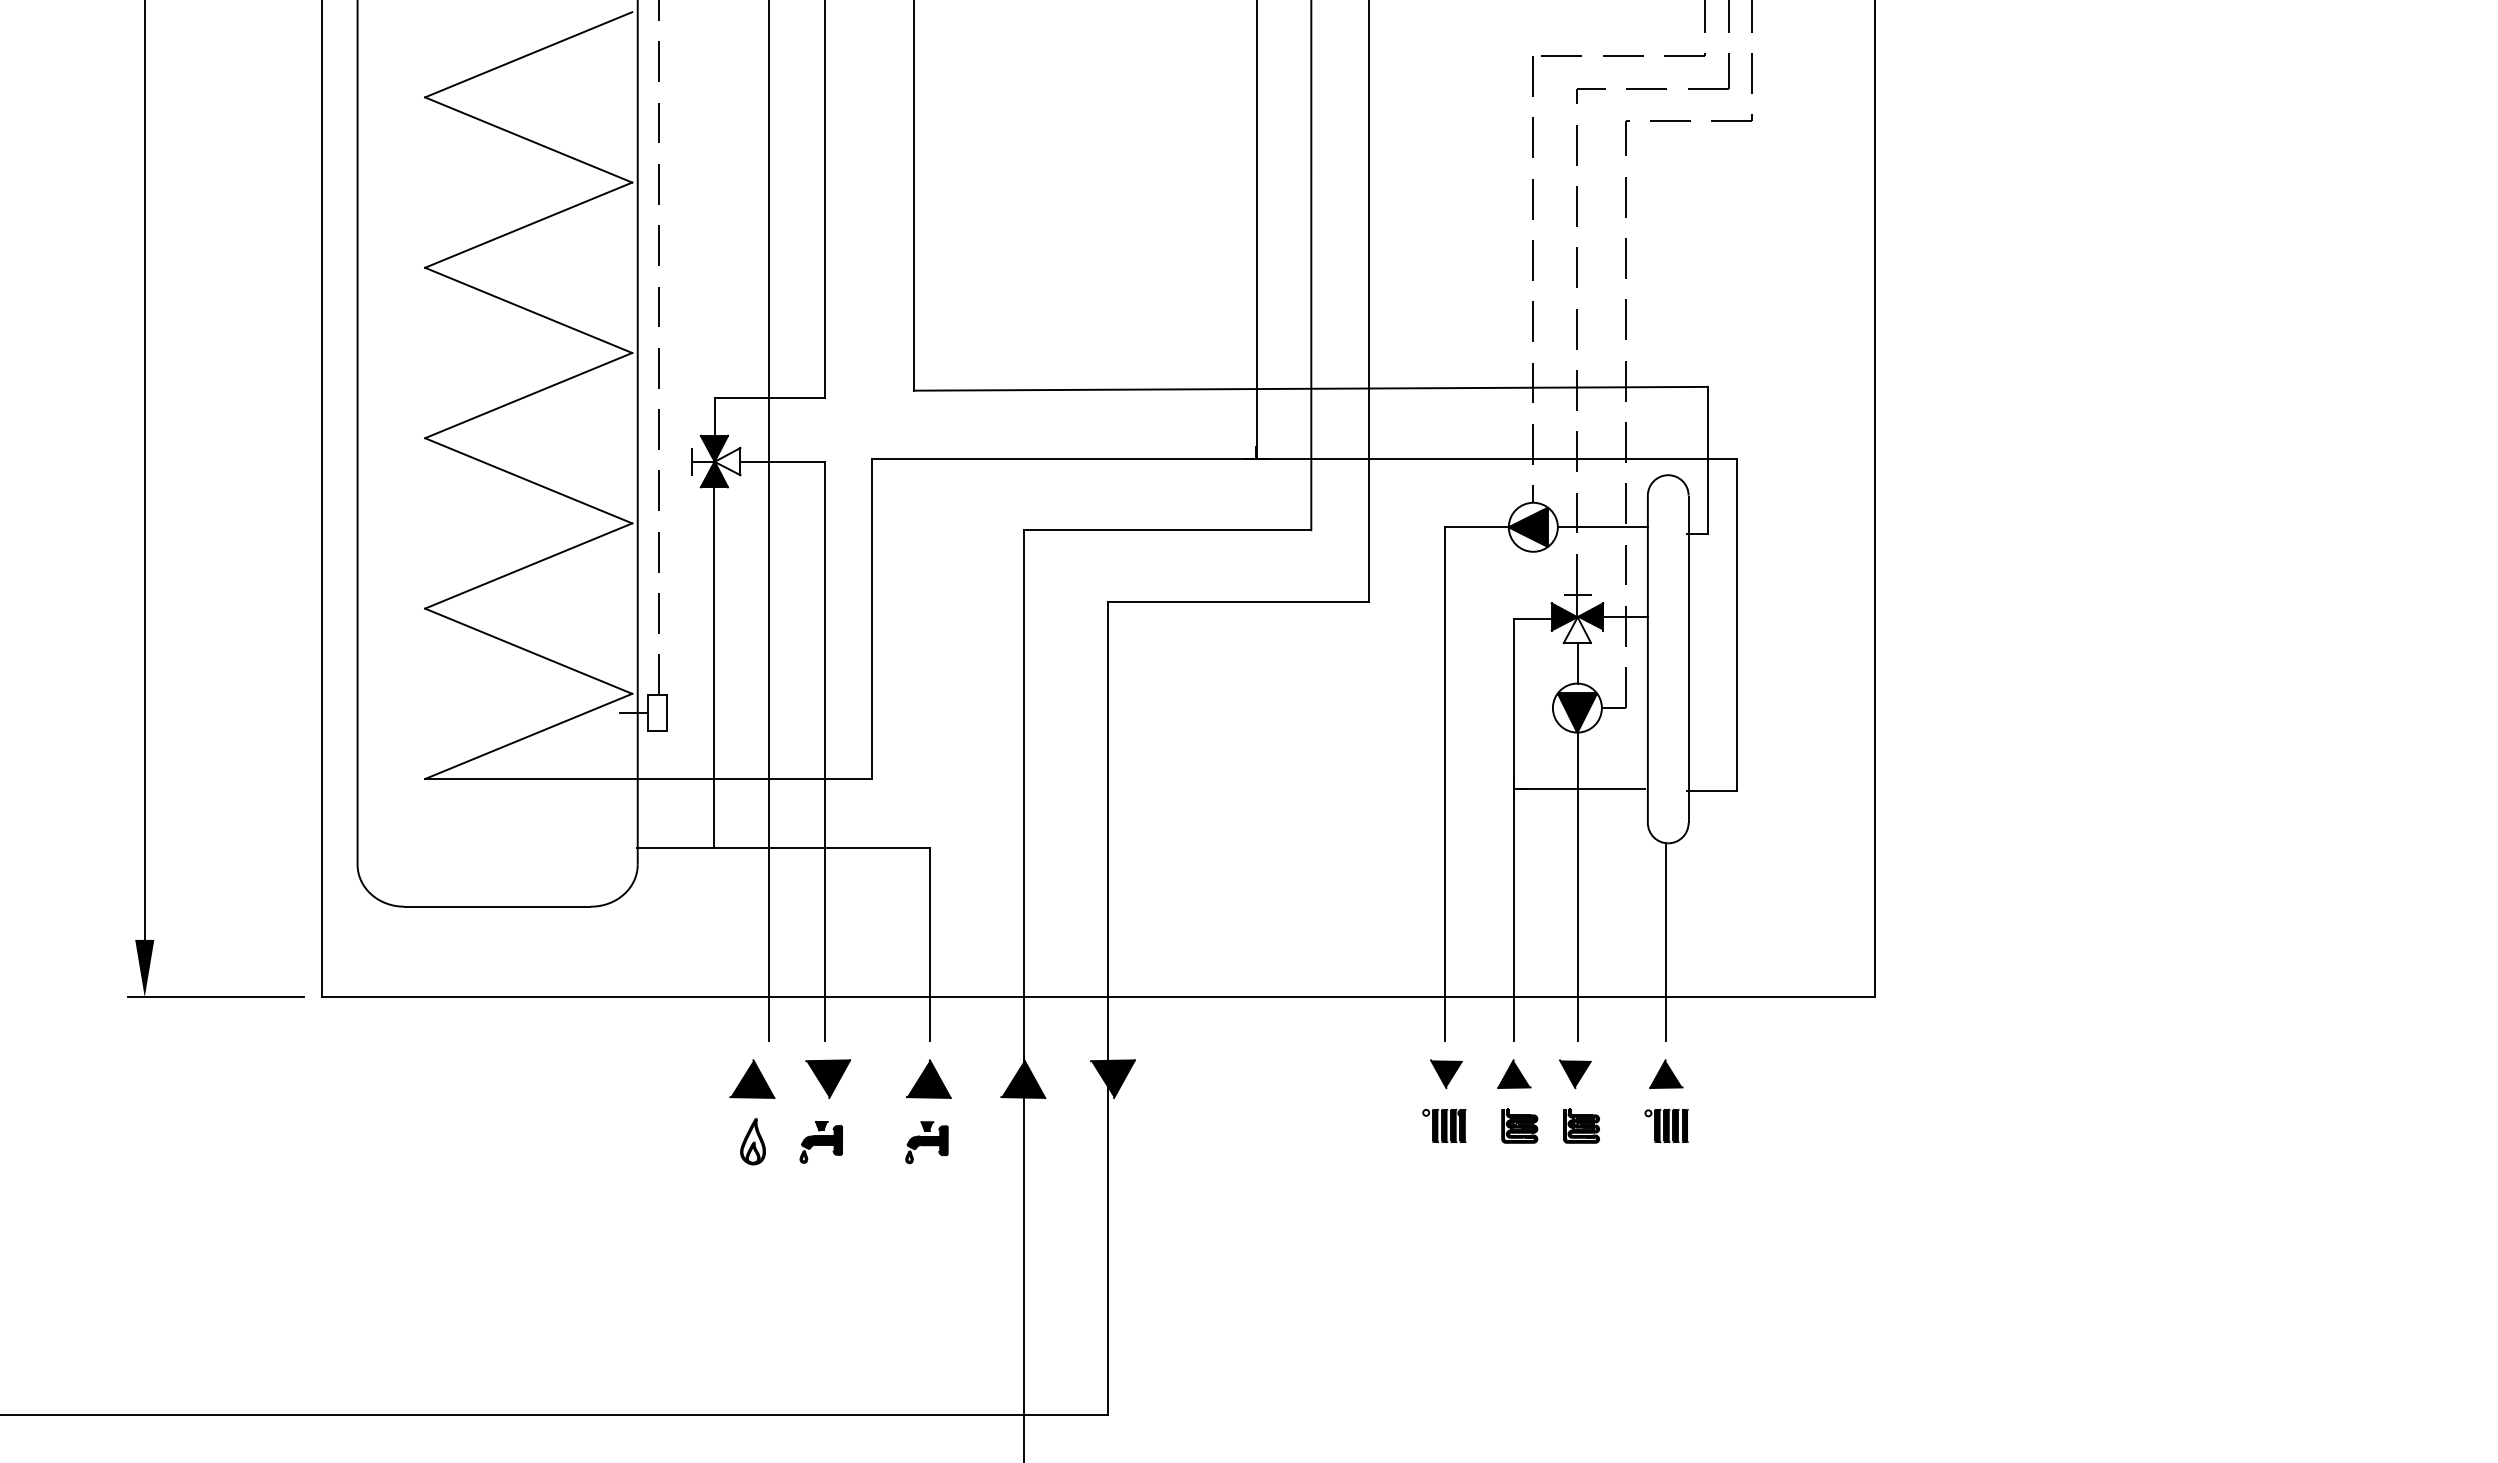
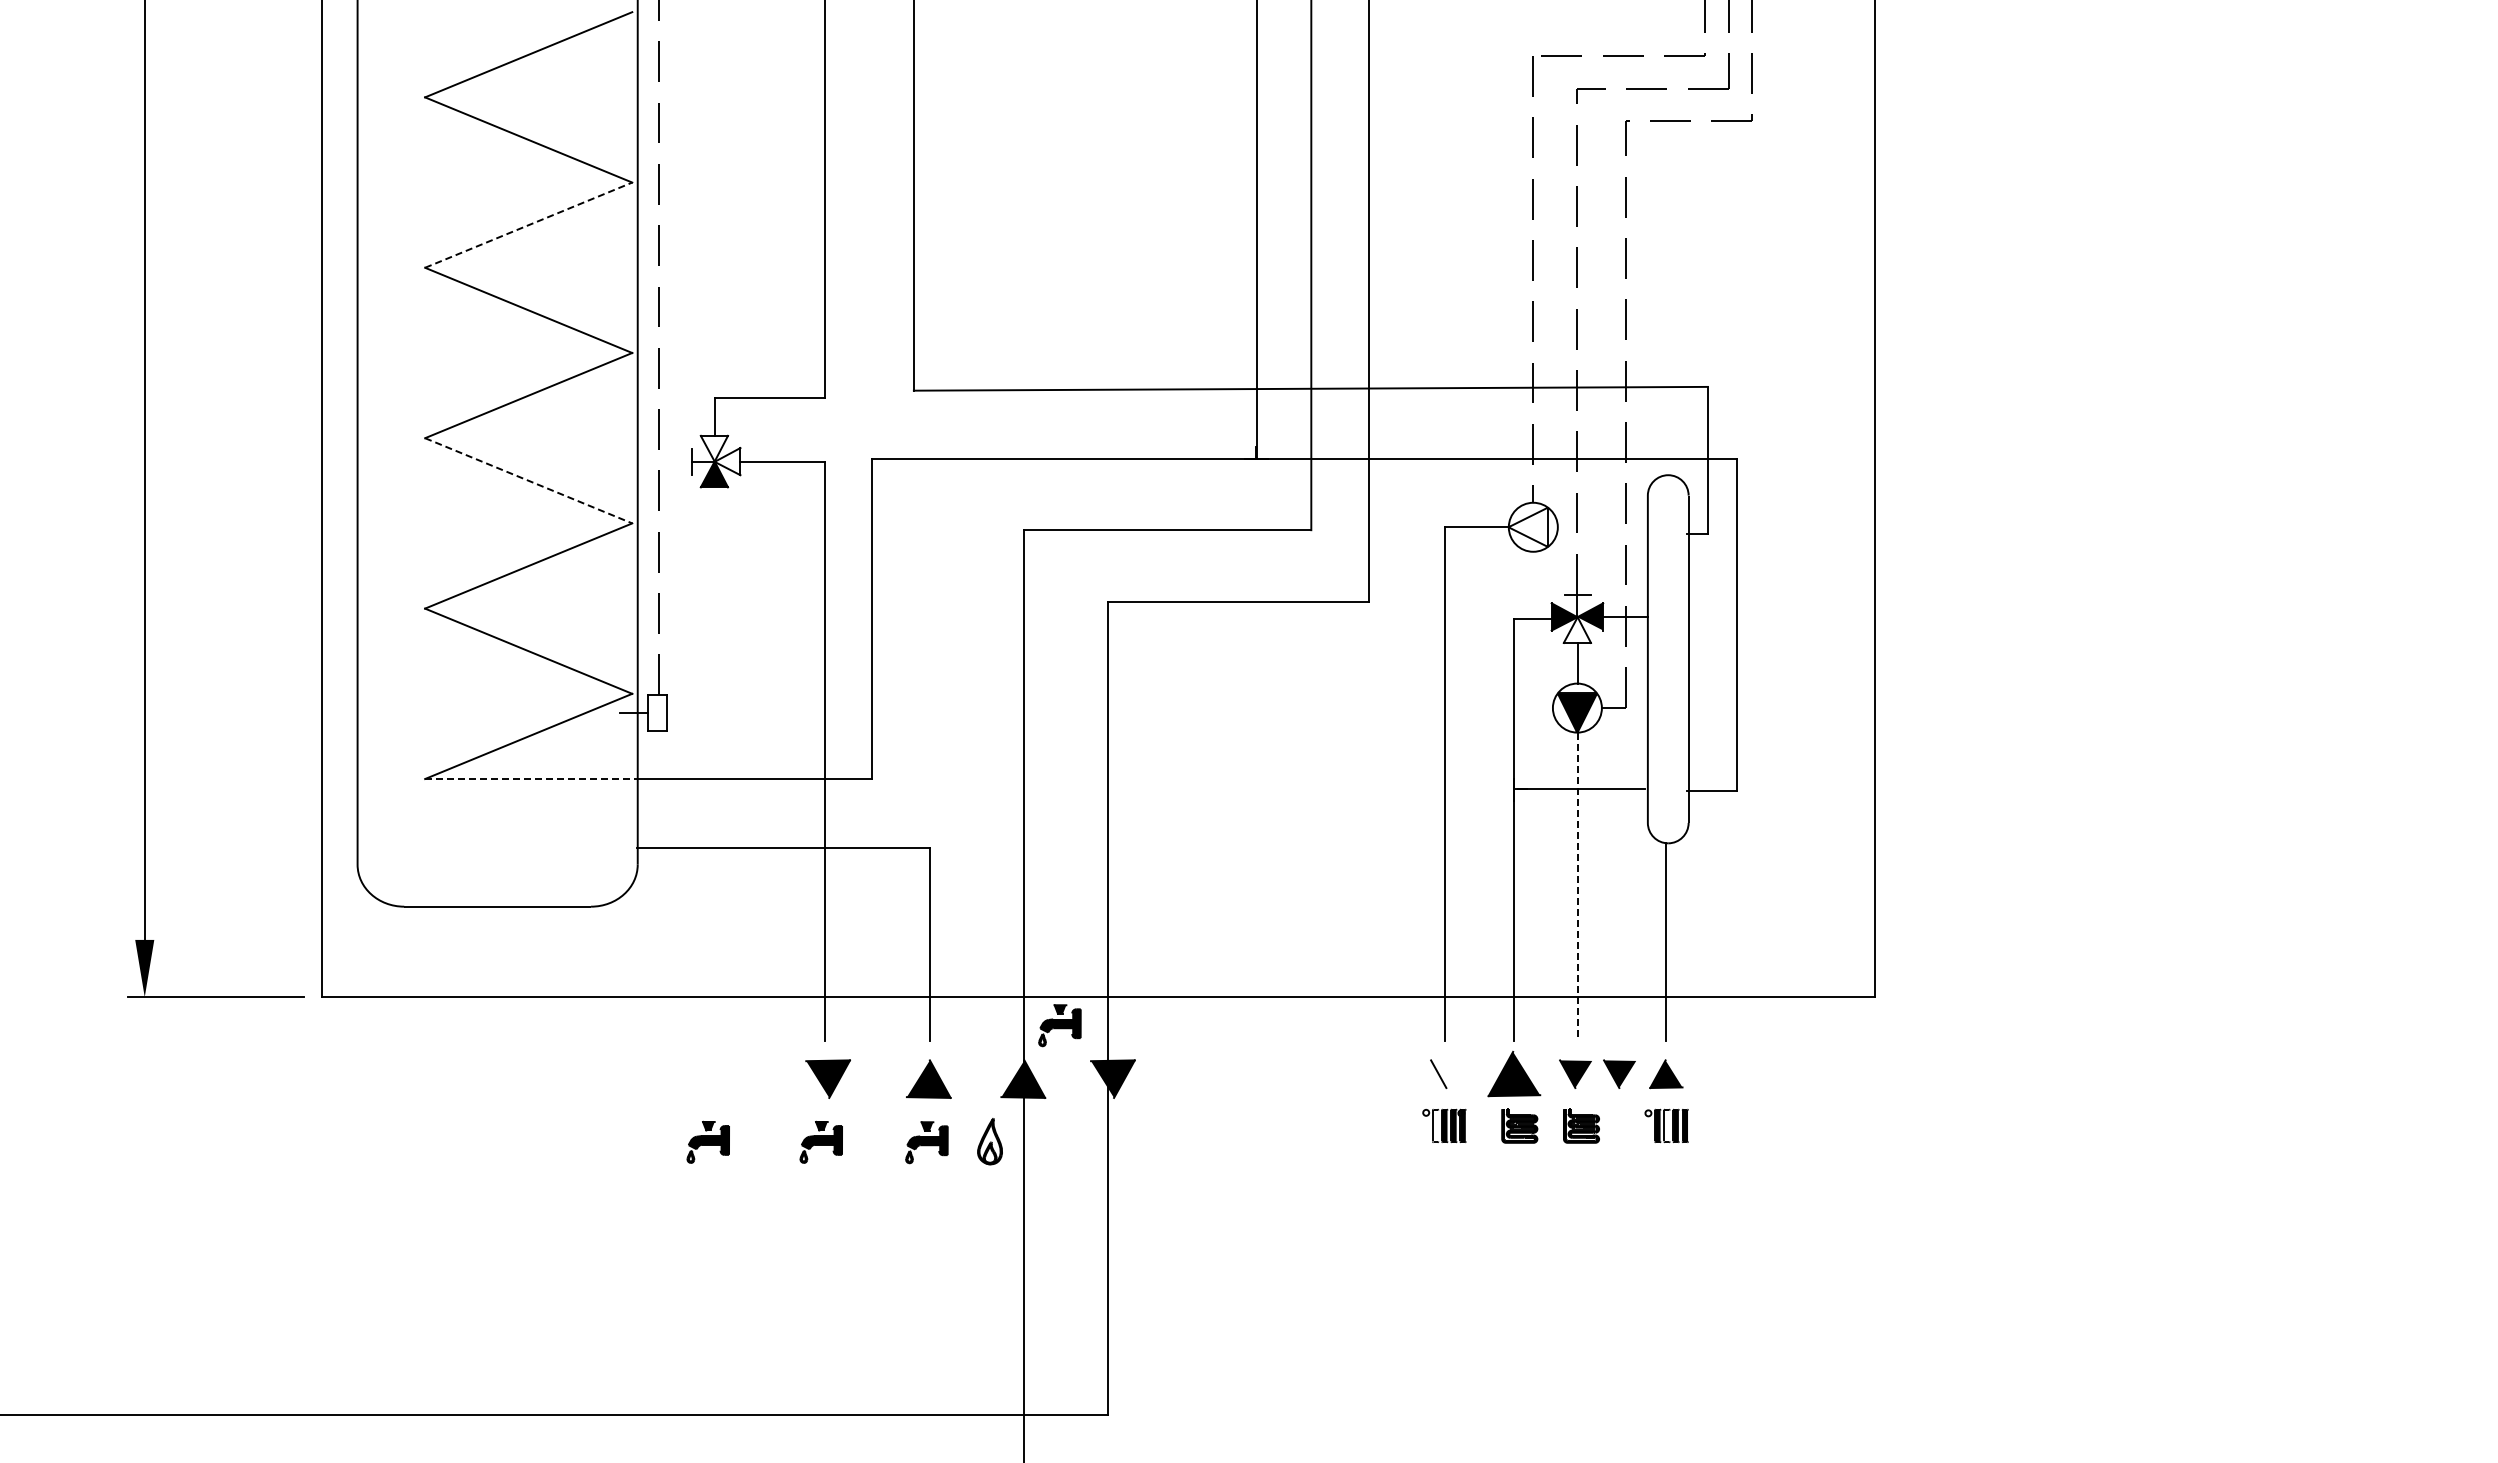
line at (529, 224): solid -> dashed
fill at (714, 448): present -> none
line at (528, 480): solid -> dashed
line at (768, 521): present -> none
fill at (1528, 527): present -> none
line at (1602, 527): present -> none
line at (714, 668): present -> none
line at (531, 779): solid -> dashed
line at (1577, 887): solid -> dashed
part at (1059, 1025): none -> present
part at (1619, 1073): none -> present
fill at (1447, 1074): present -> none
part at (1514, 1074) size: 35x31 px -> 55x48 px
part at (752, 1078): present -> none
fill at (1435, 1125): present -> none
fill at (1666, 1125): present -> none
part at (707, 1141): none -> present
part at (752, 1141) position: (752, 1141) -> (989, 1141)
